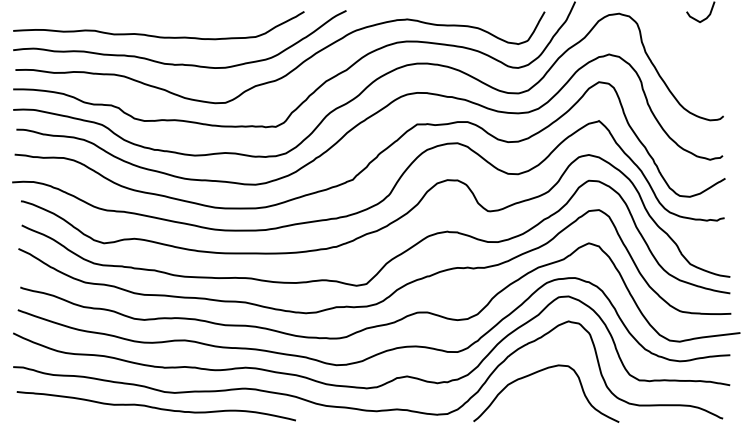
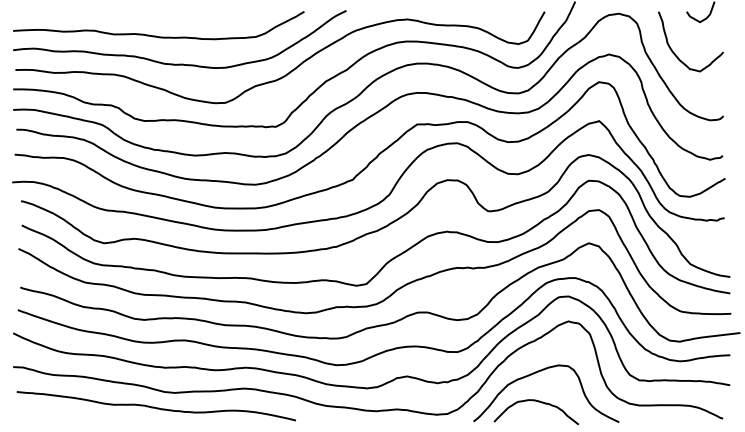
curve at (676, 54): none -> present
curve at (538, 402): none -> present
